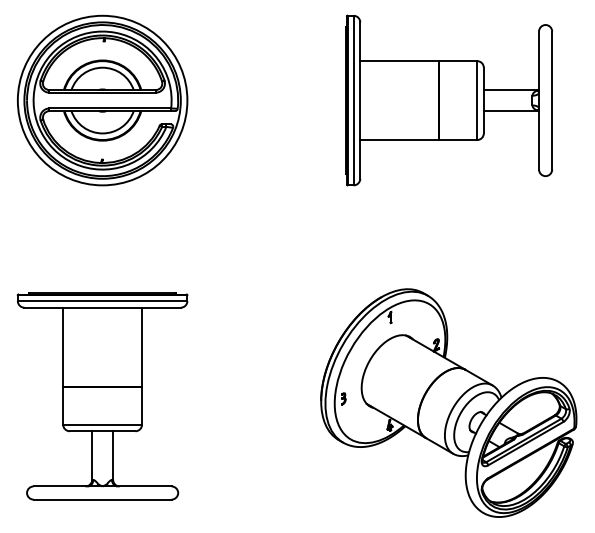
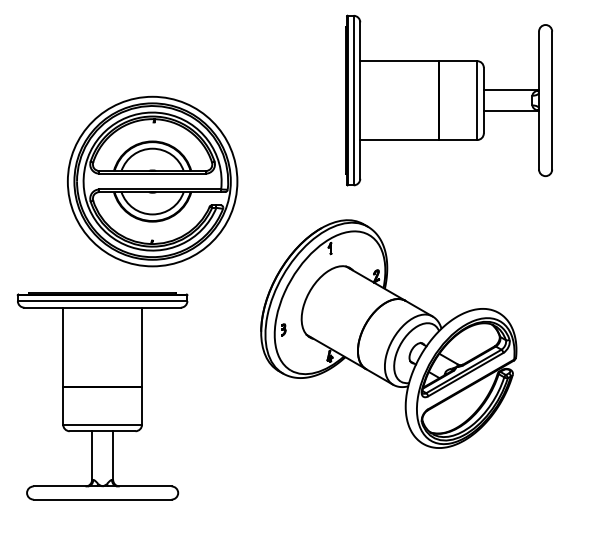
part at (102, 100) position: (102, 100) -> (152, 181)
part at (448, 402) position: (448, 402) -> (388, 333)
